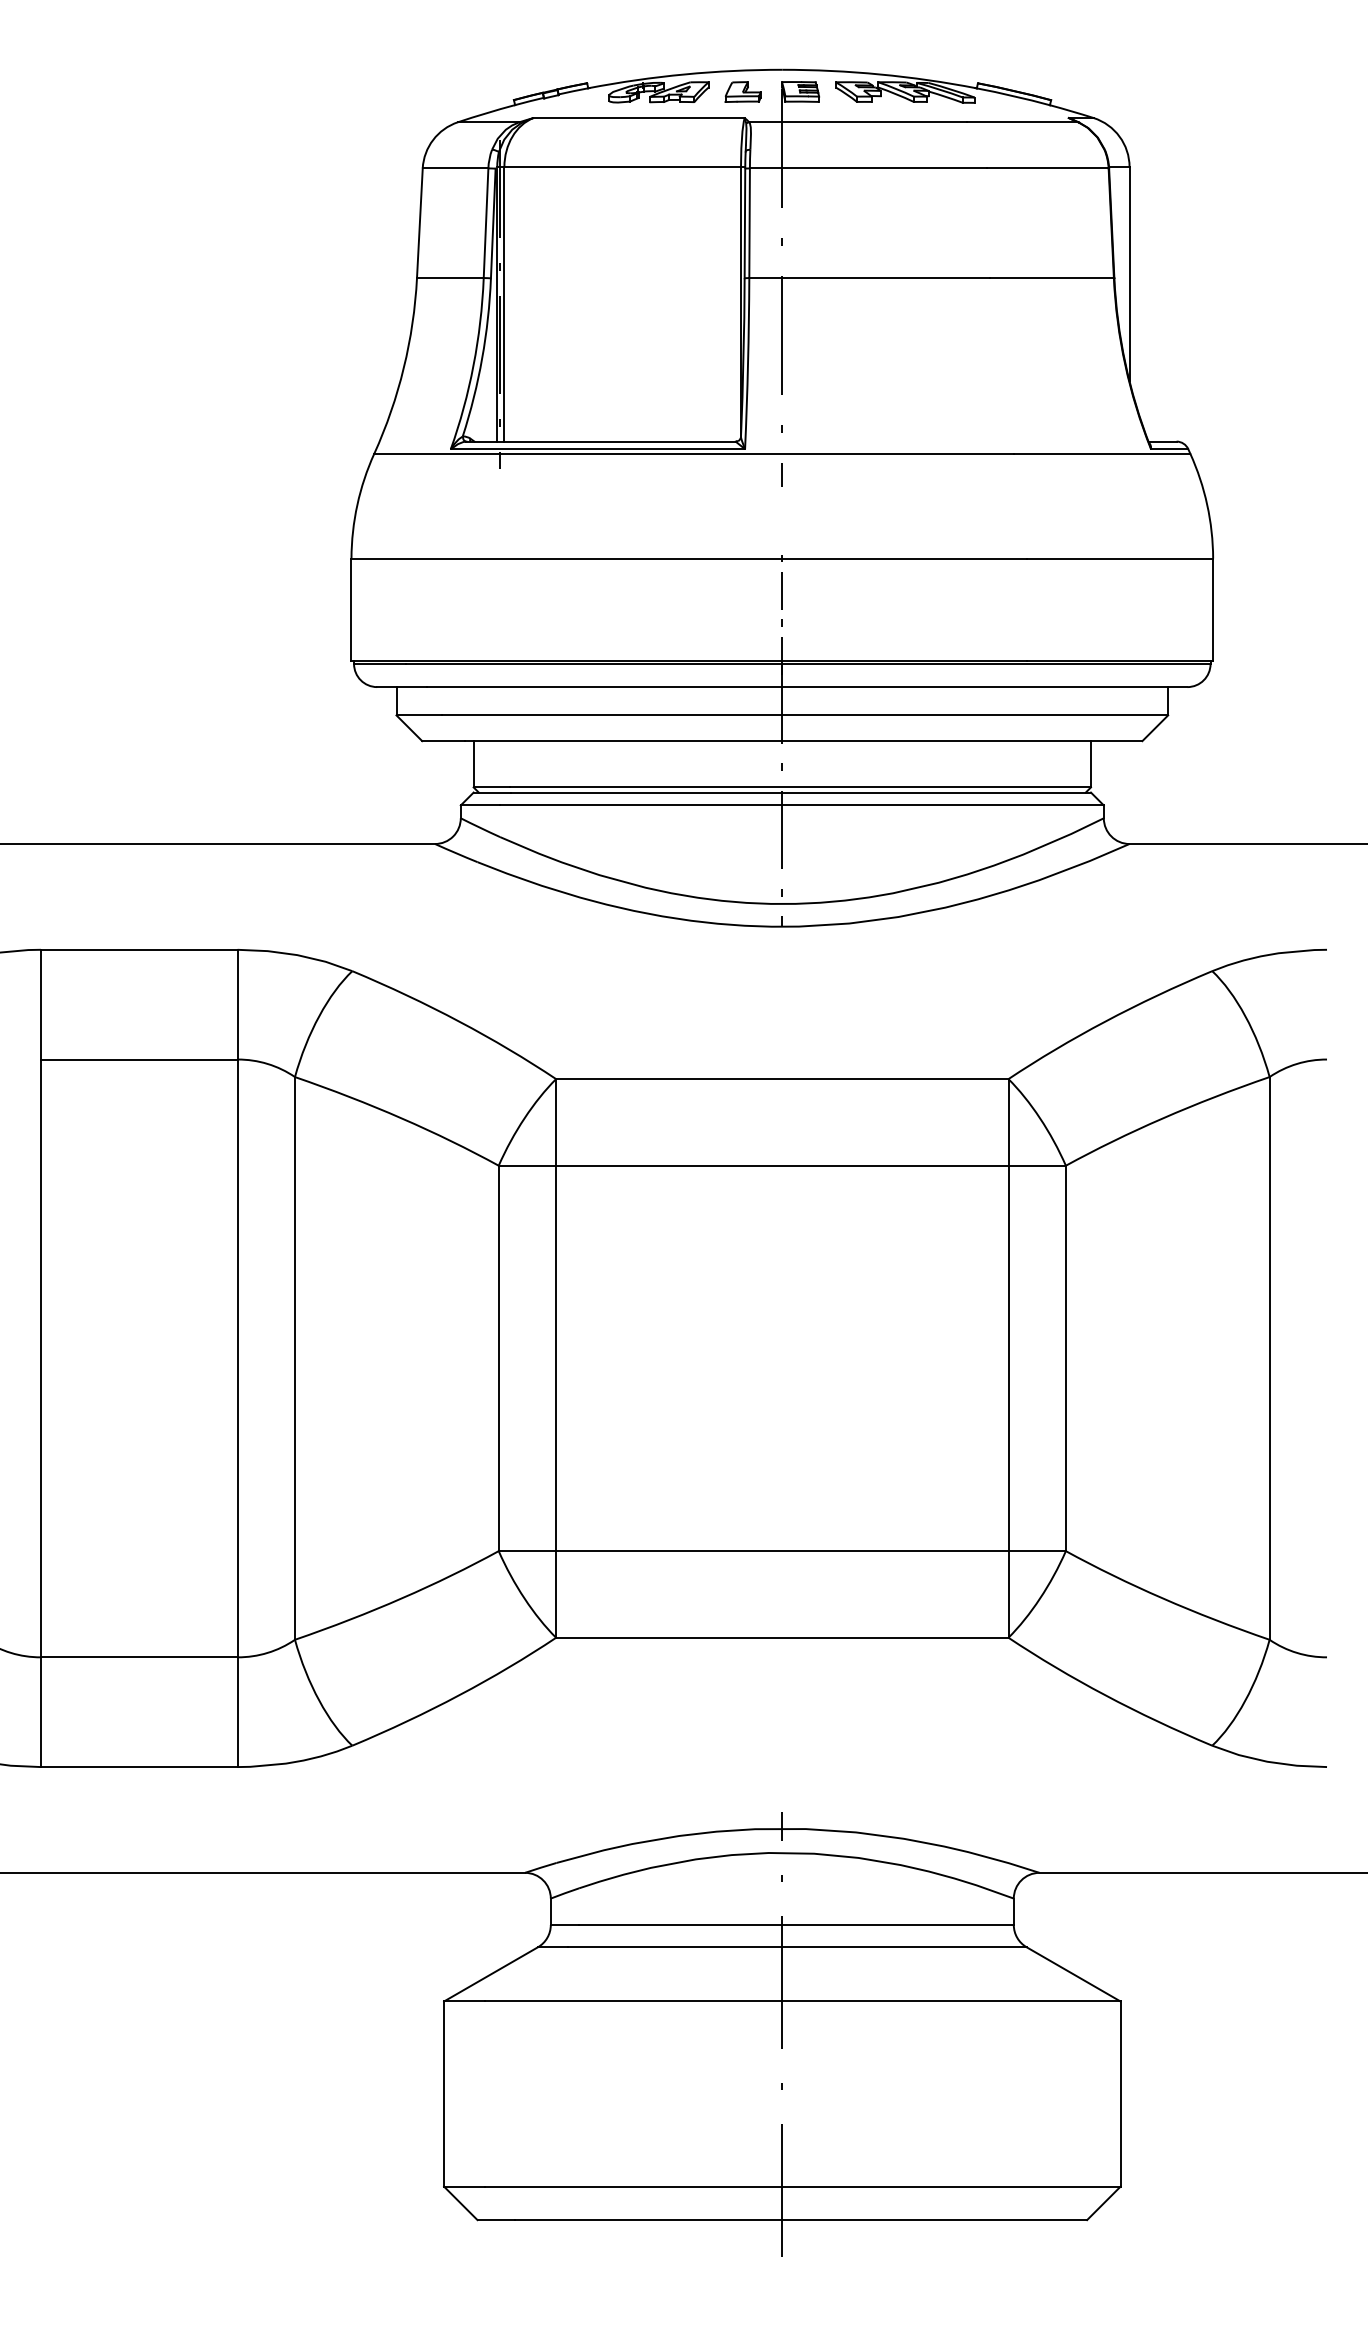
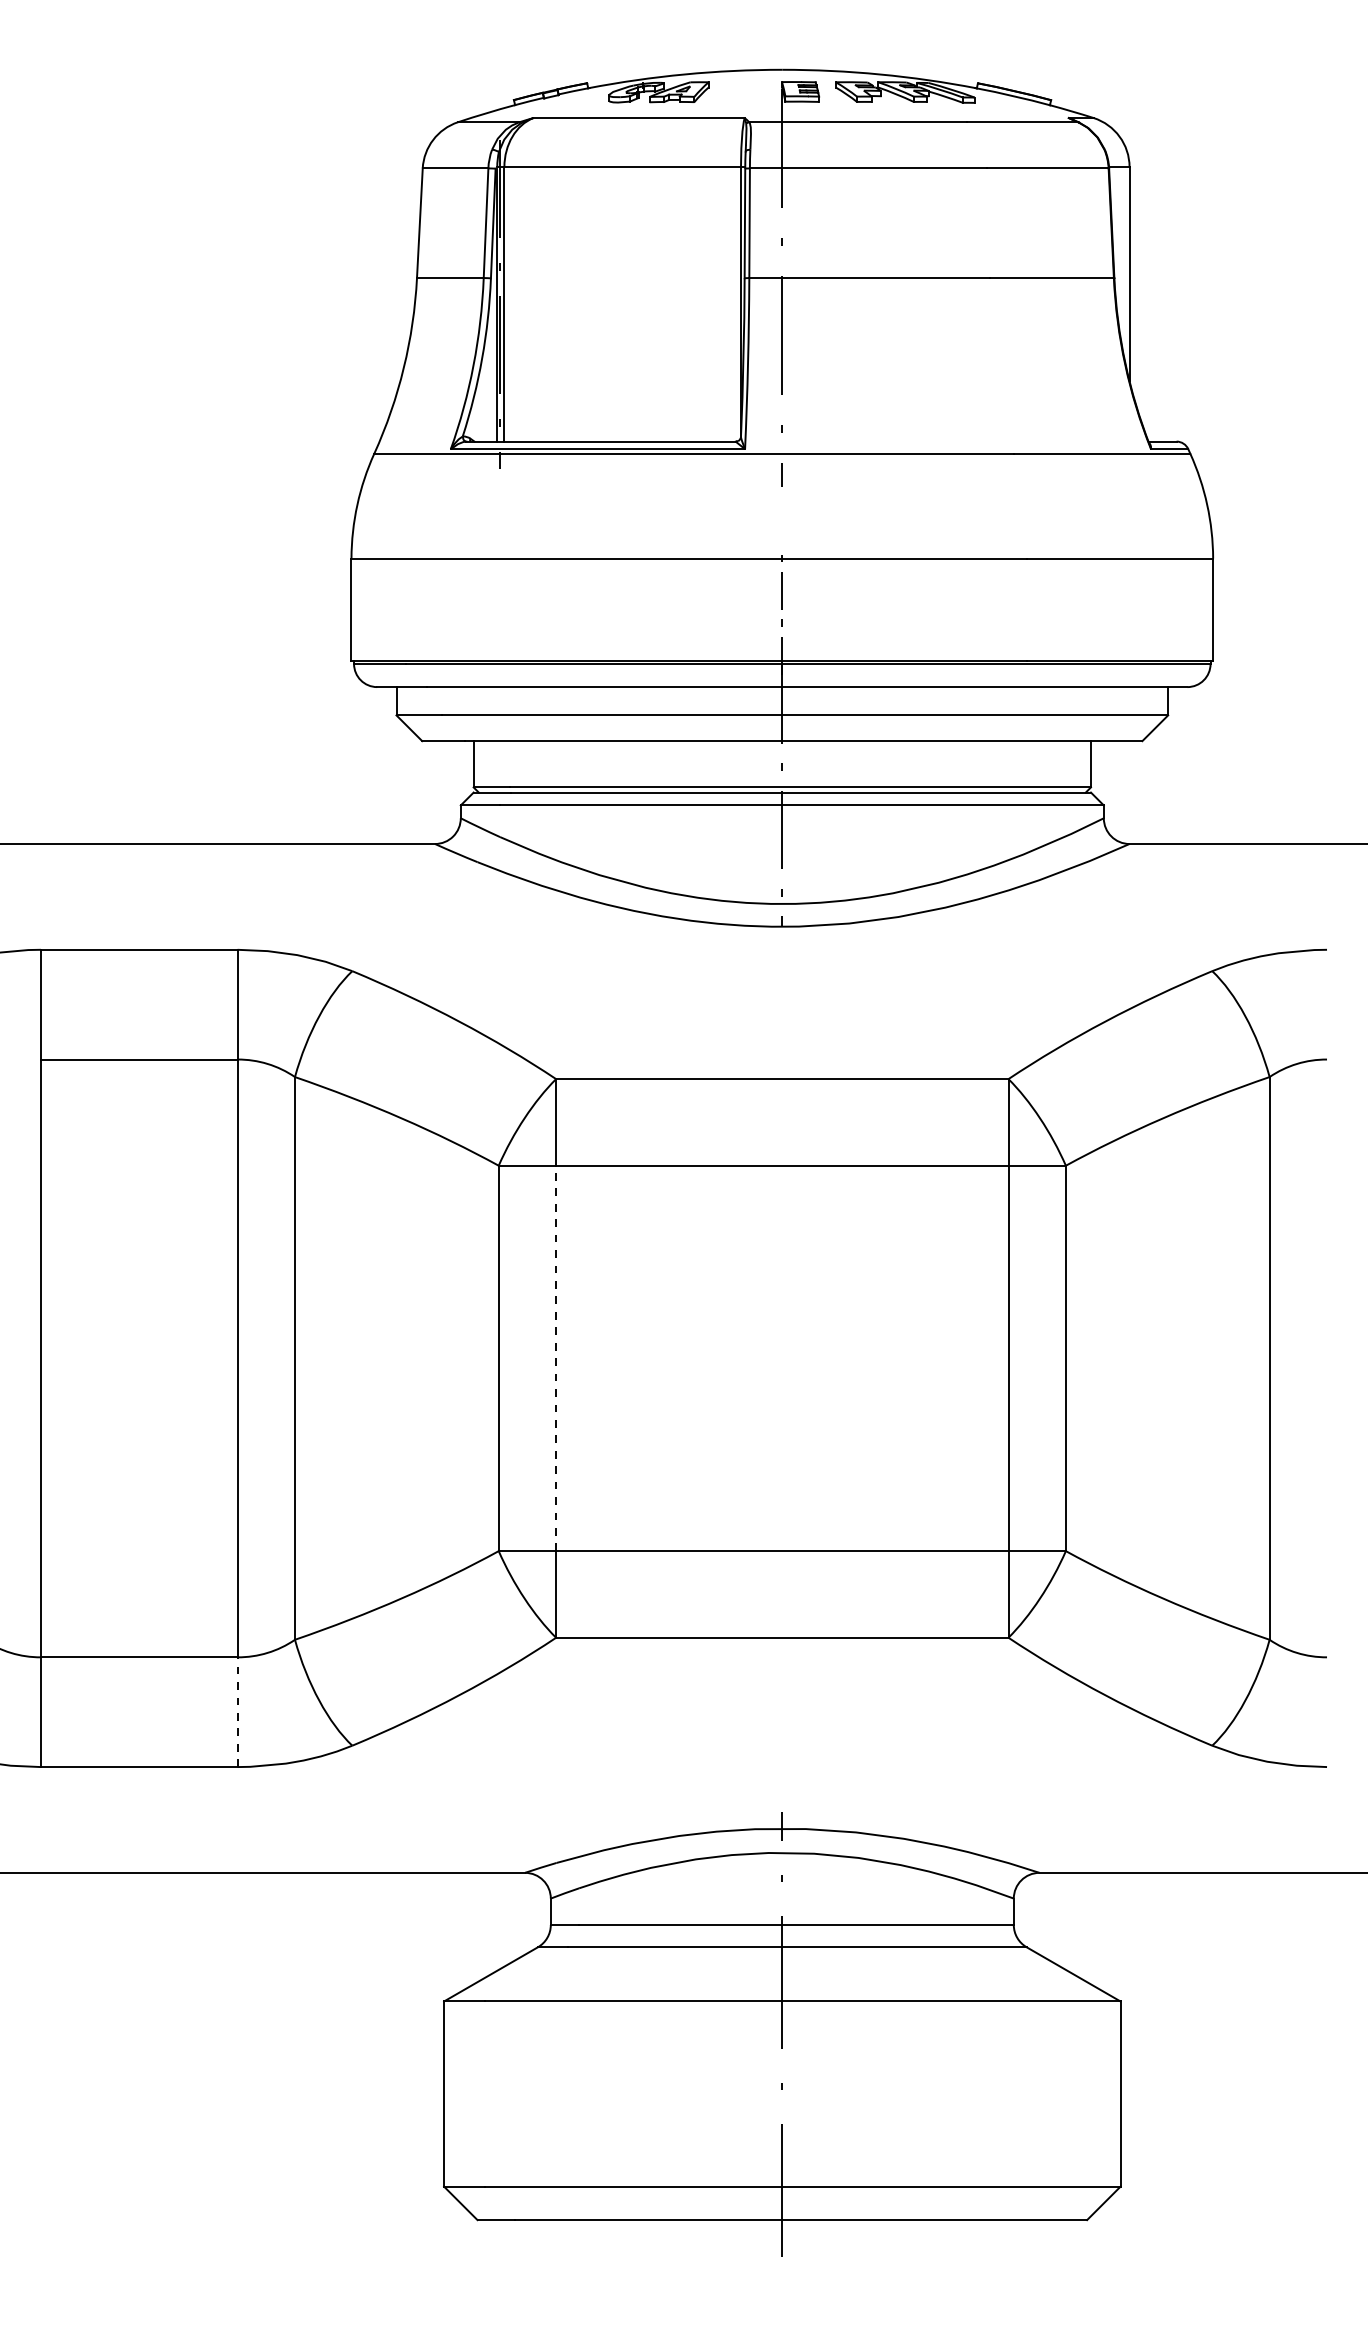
part at (742, 91): present -> none
line at (556, 1358): solid -> dashed
line at (237, 1712): solid -> dashed
